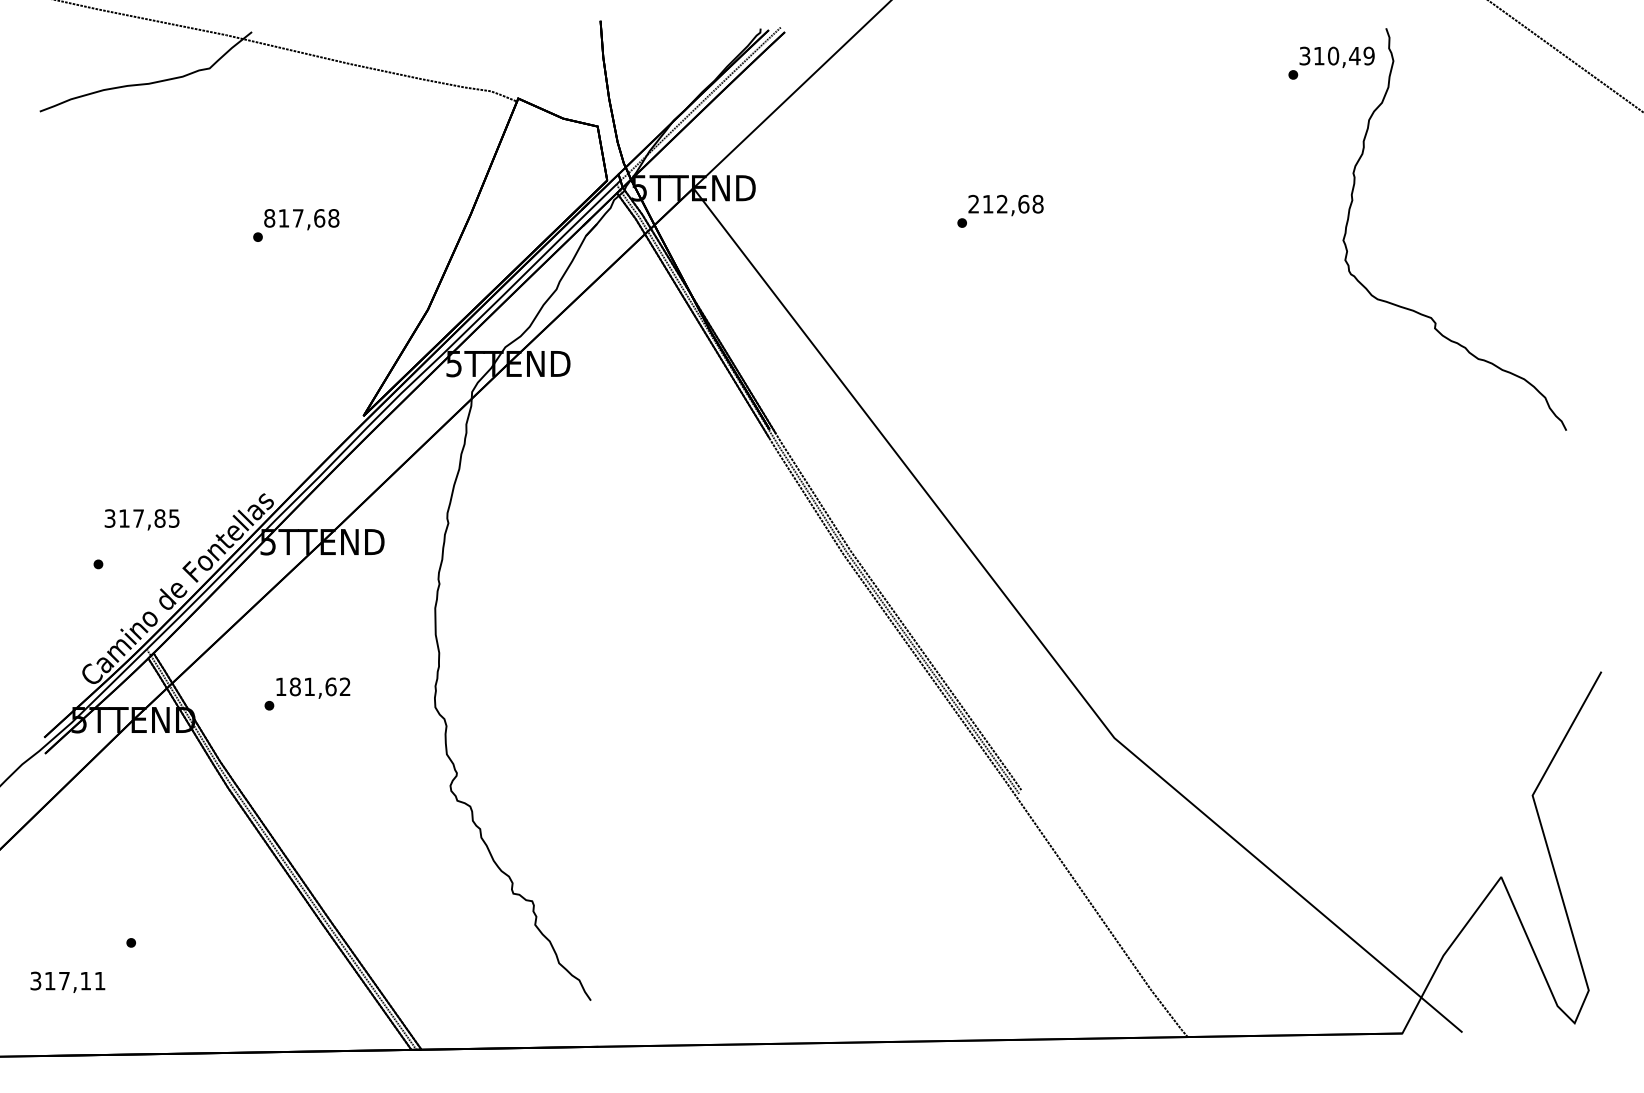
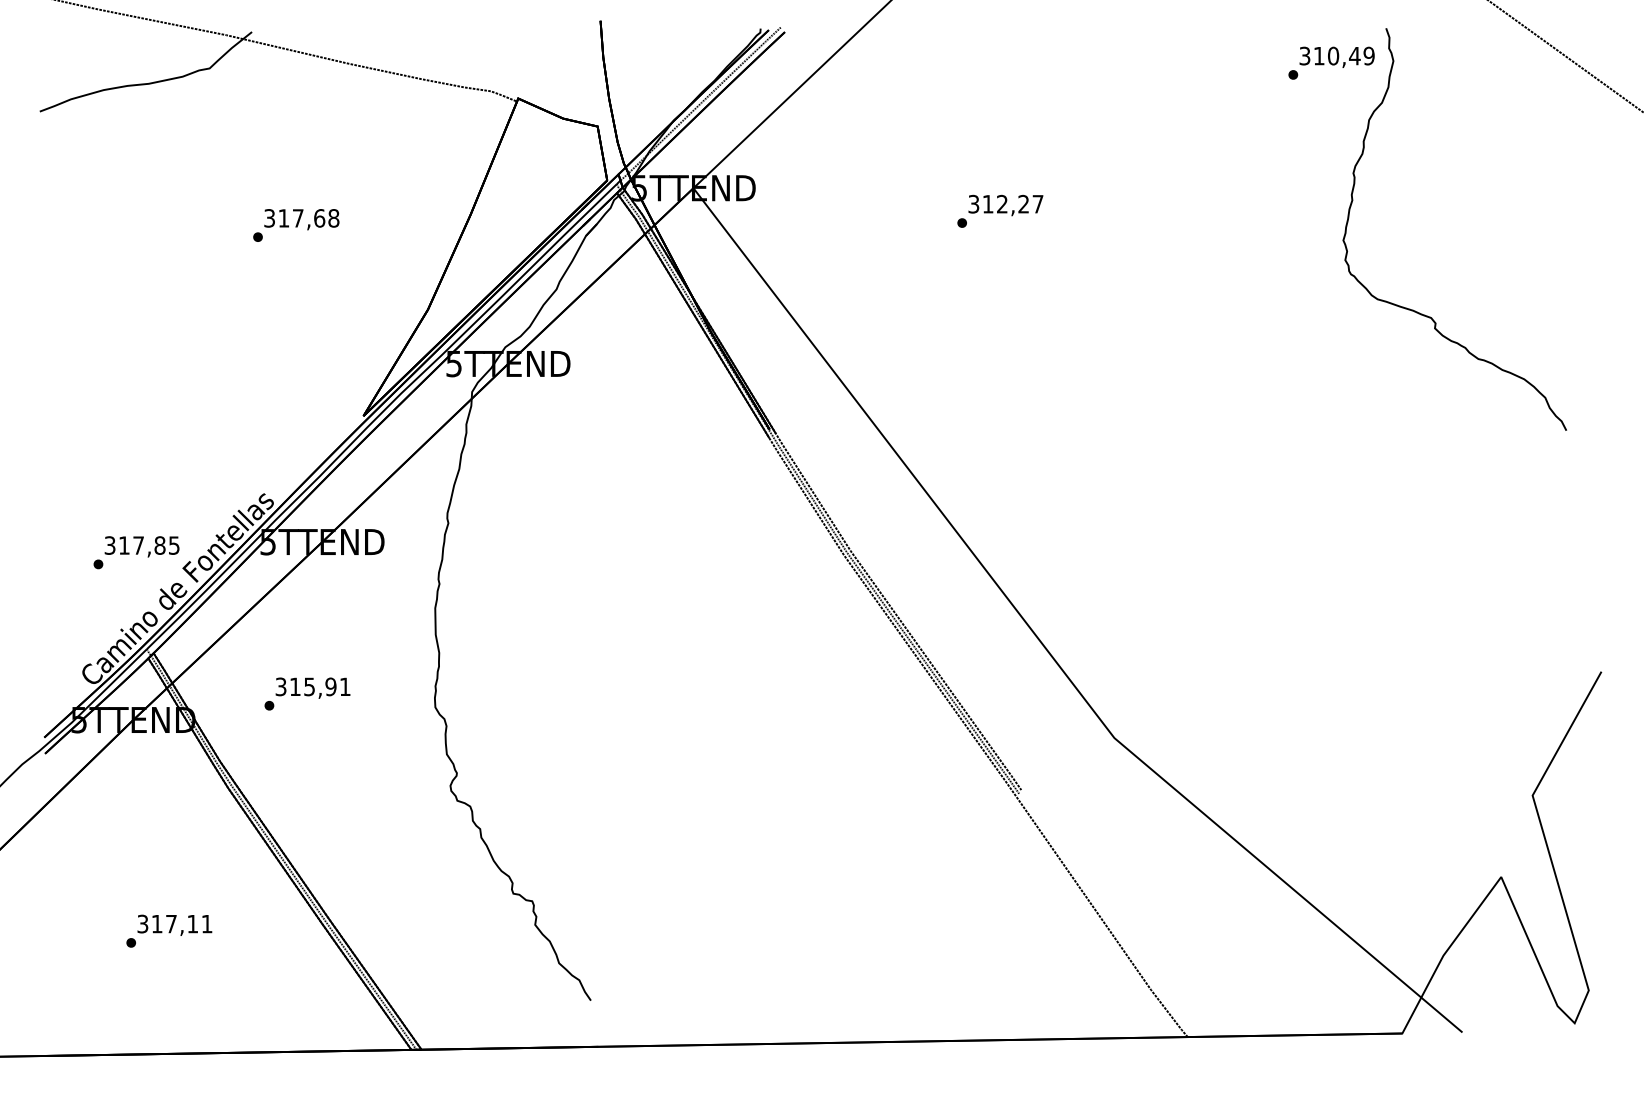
text at (1005, 203): 212,68 -> 312,27
text at (269, 218): 817,68 -> 317,68
text at (141, 519) position: (141, 519) -> (141, 546)
text at (312, 686): 181,62 -> 315,91
text at (67, 981) position: (67, 981) -> (174, 924)
